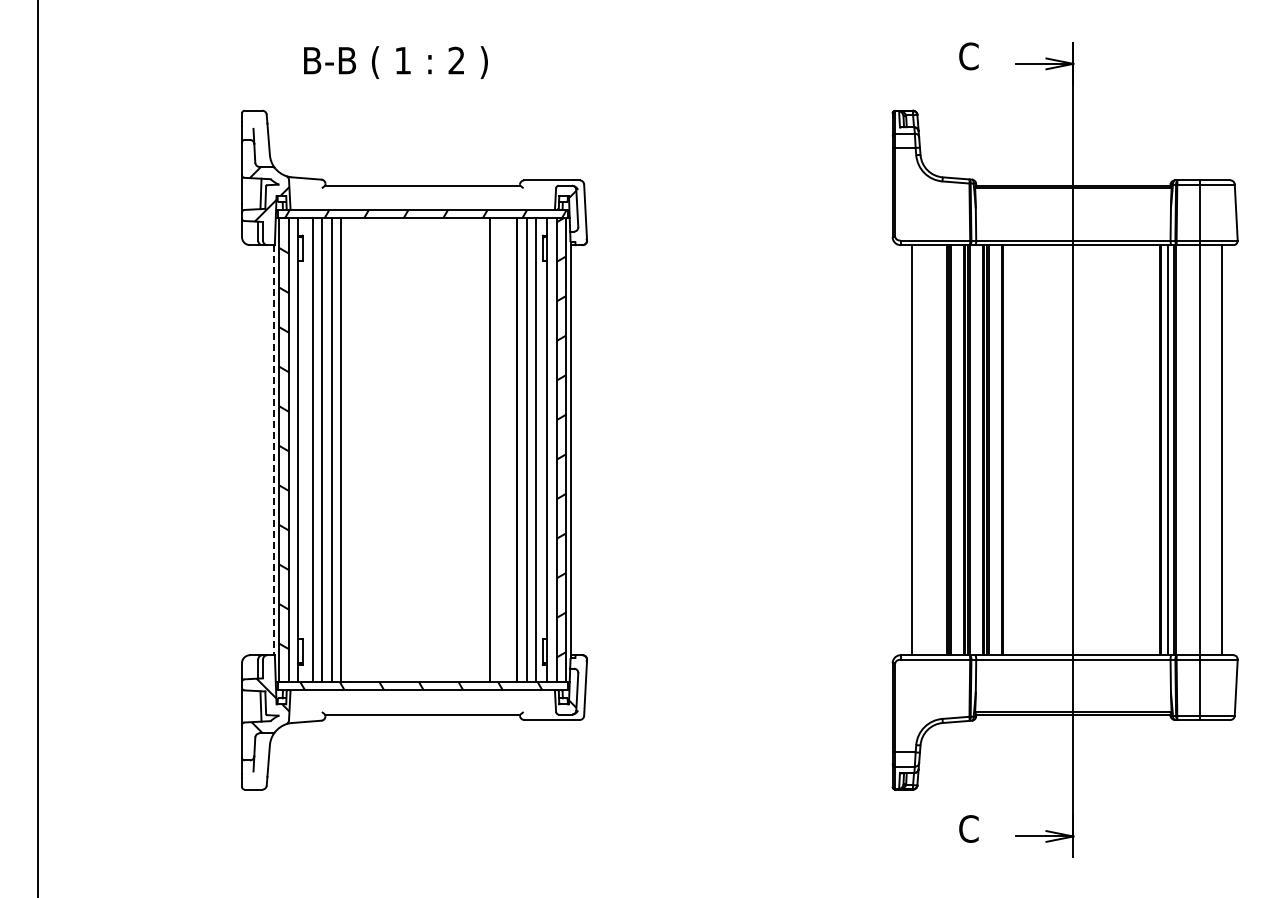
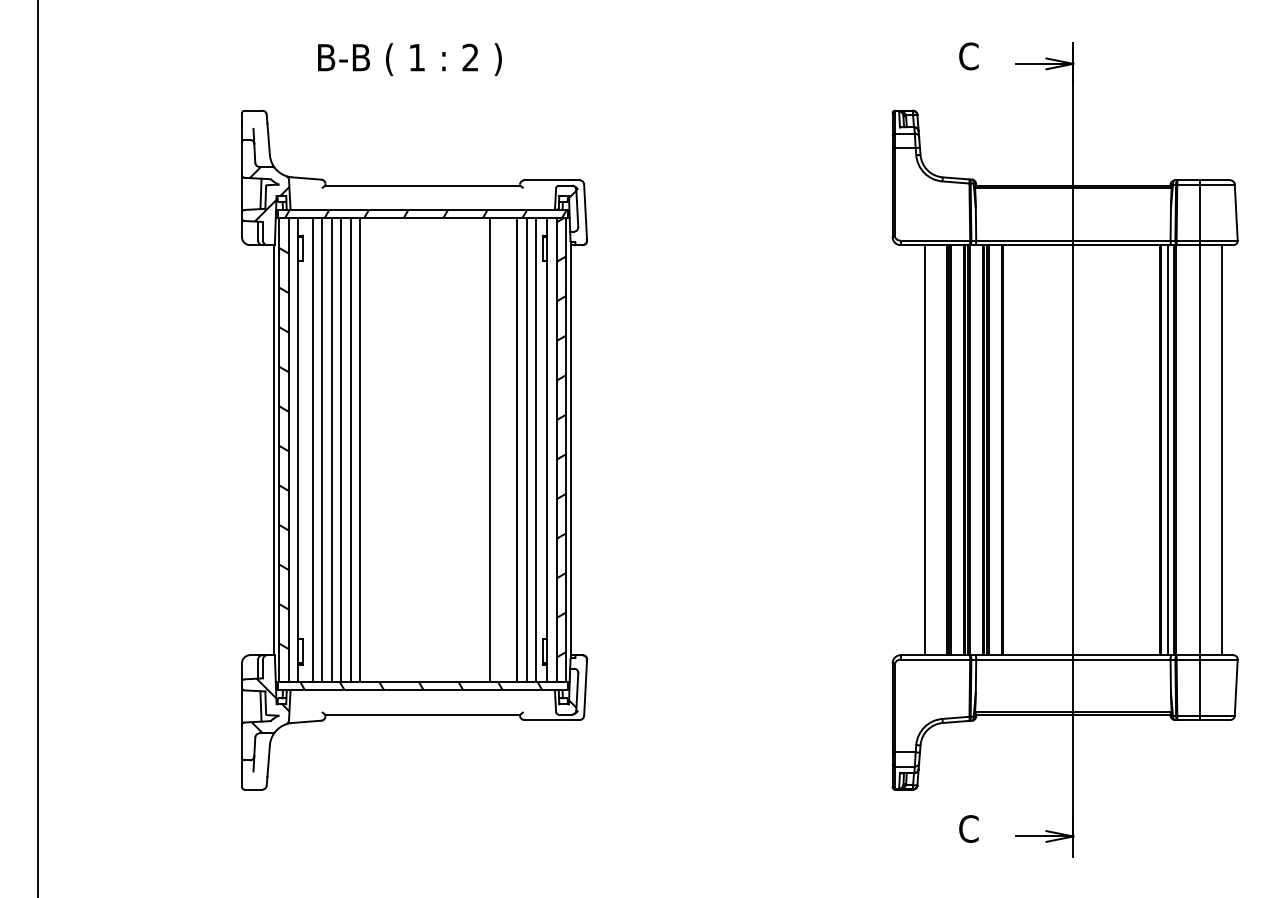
text at (395, 62) position: (395, 62) -> (409, 59)
line at (274, 450): dashed -> solid
line at (350, 450): none -> present
line at (359, 450): none -> present
line at (912, 450) position: (912, 450) -> (925, 450)
